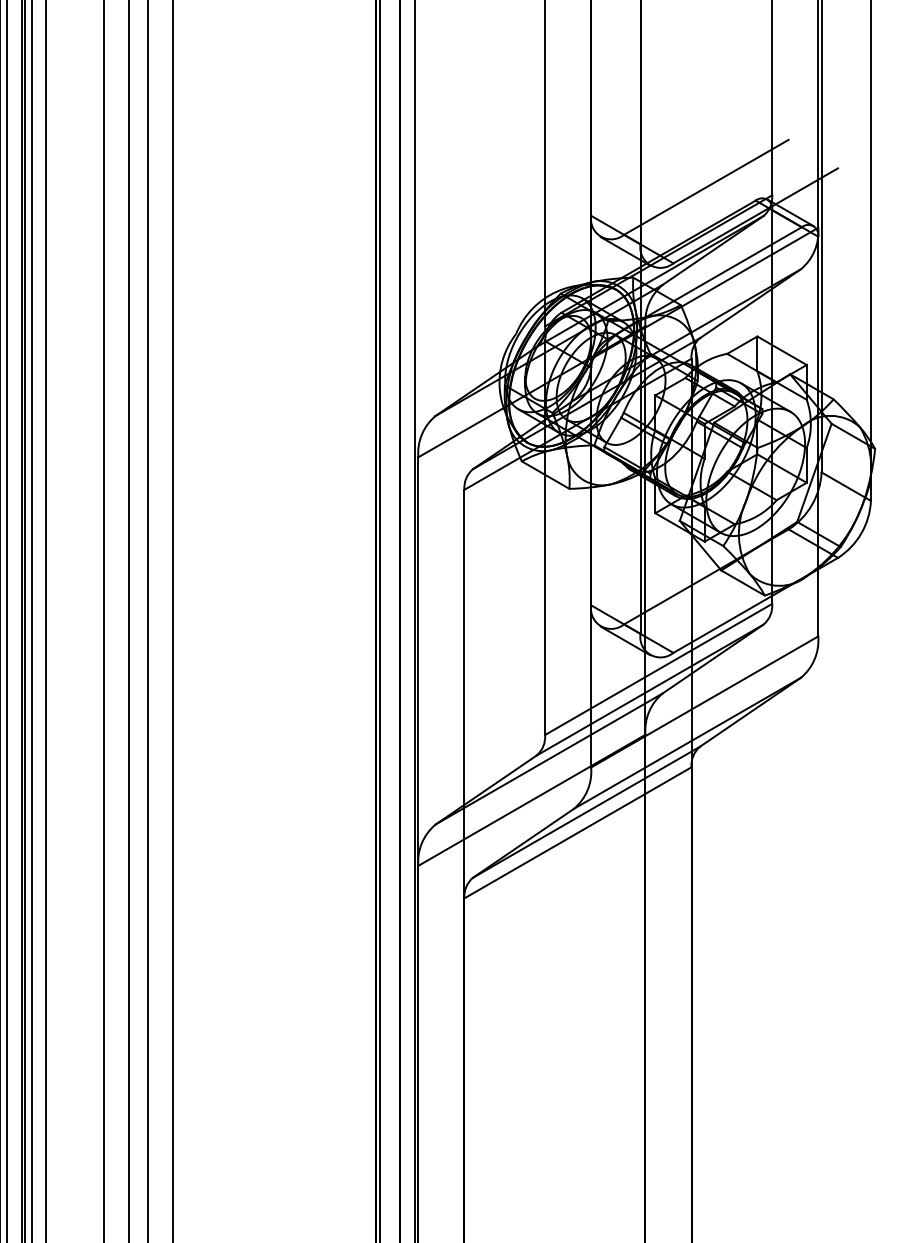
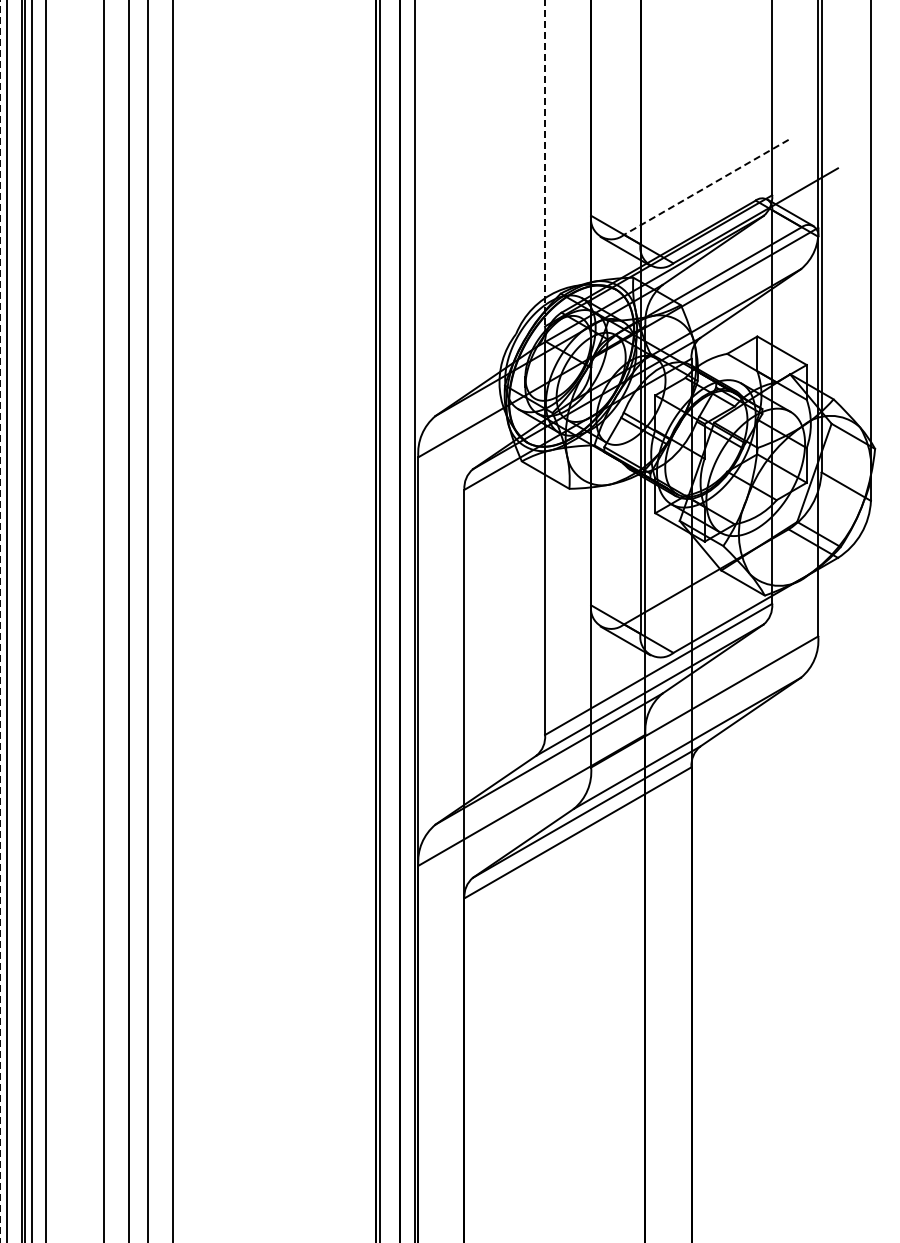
line at (545, 163): solid -> dashed
line at (705, 187): solid -> dashed
line at (0, 620): solid -> dashed
